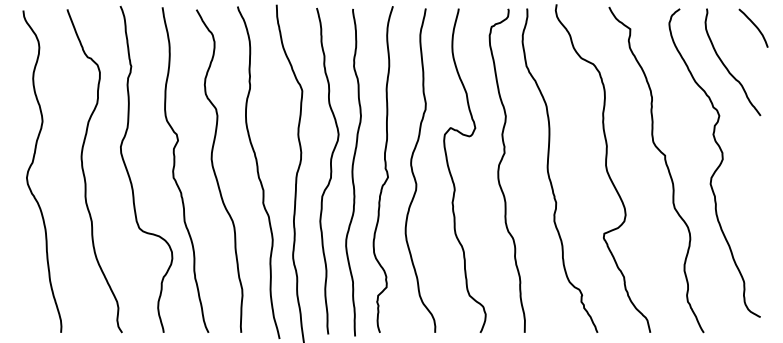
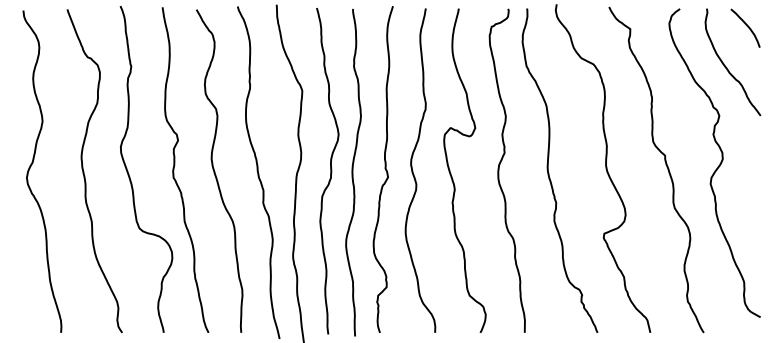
curve at (754, 26) position: (754, 26) -> (746, 26)
